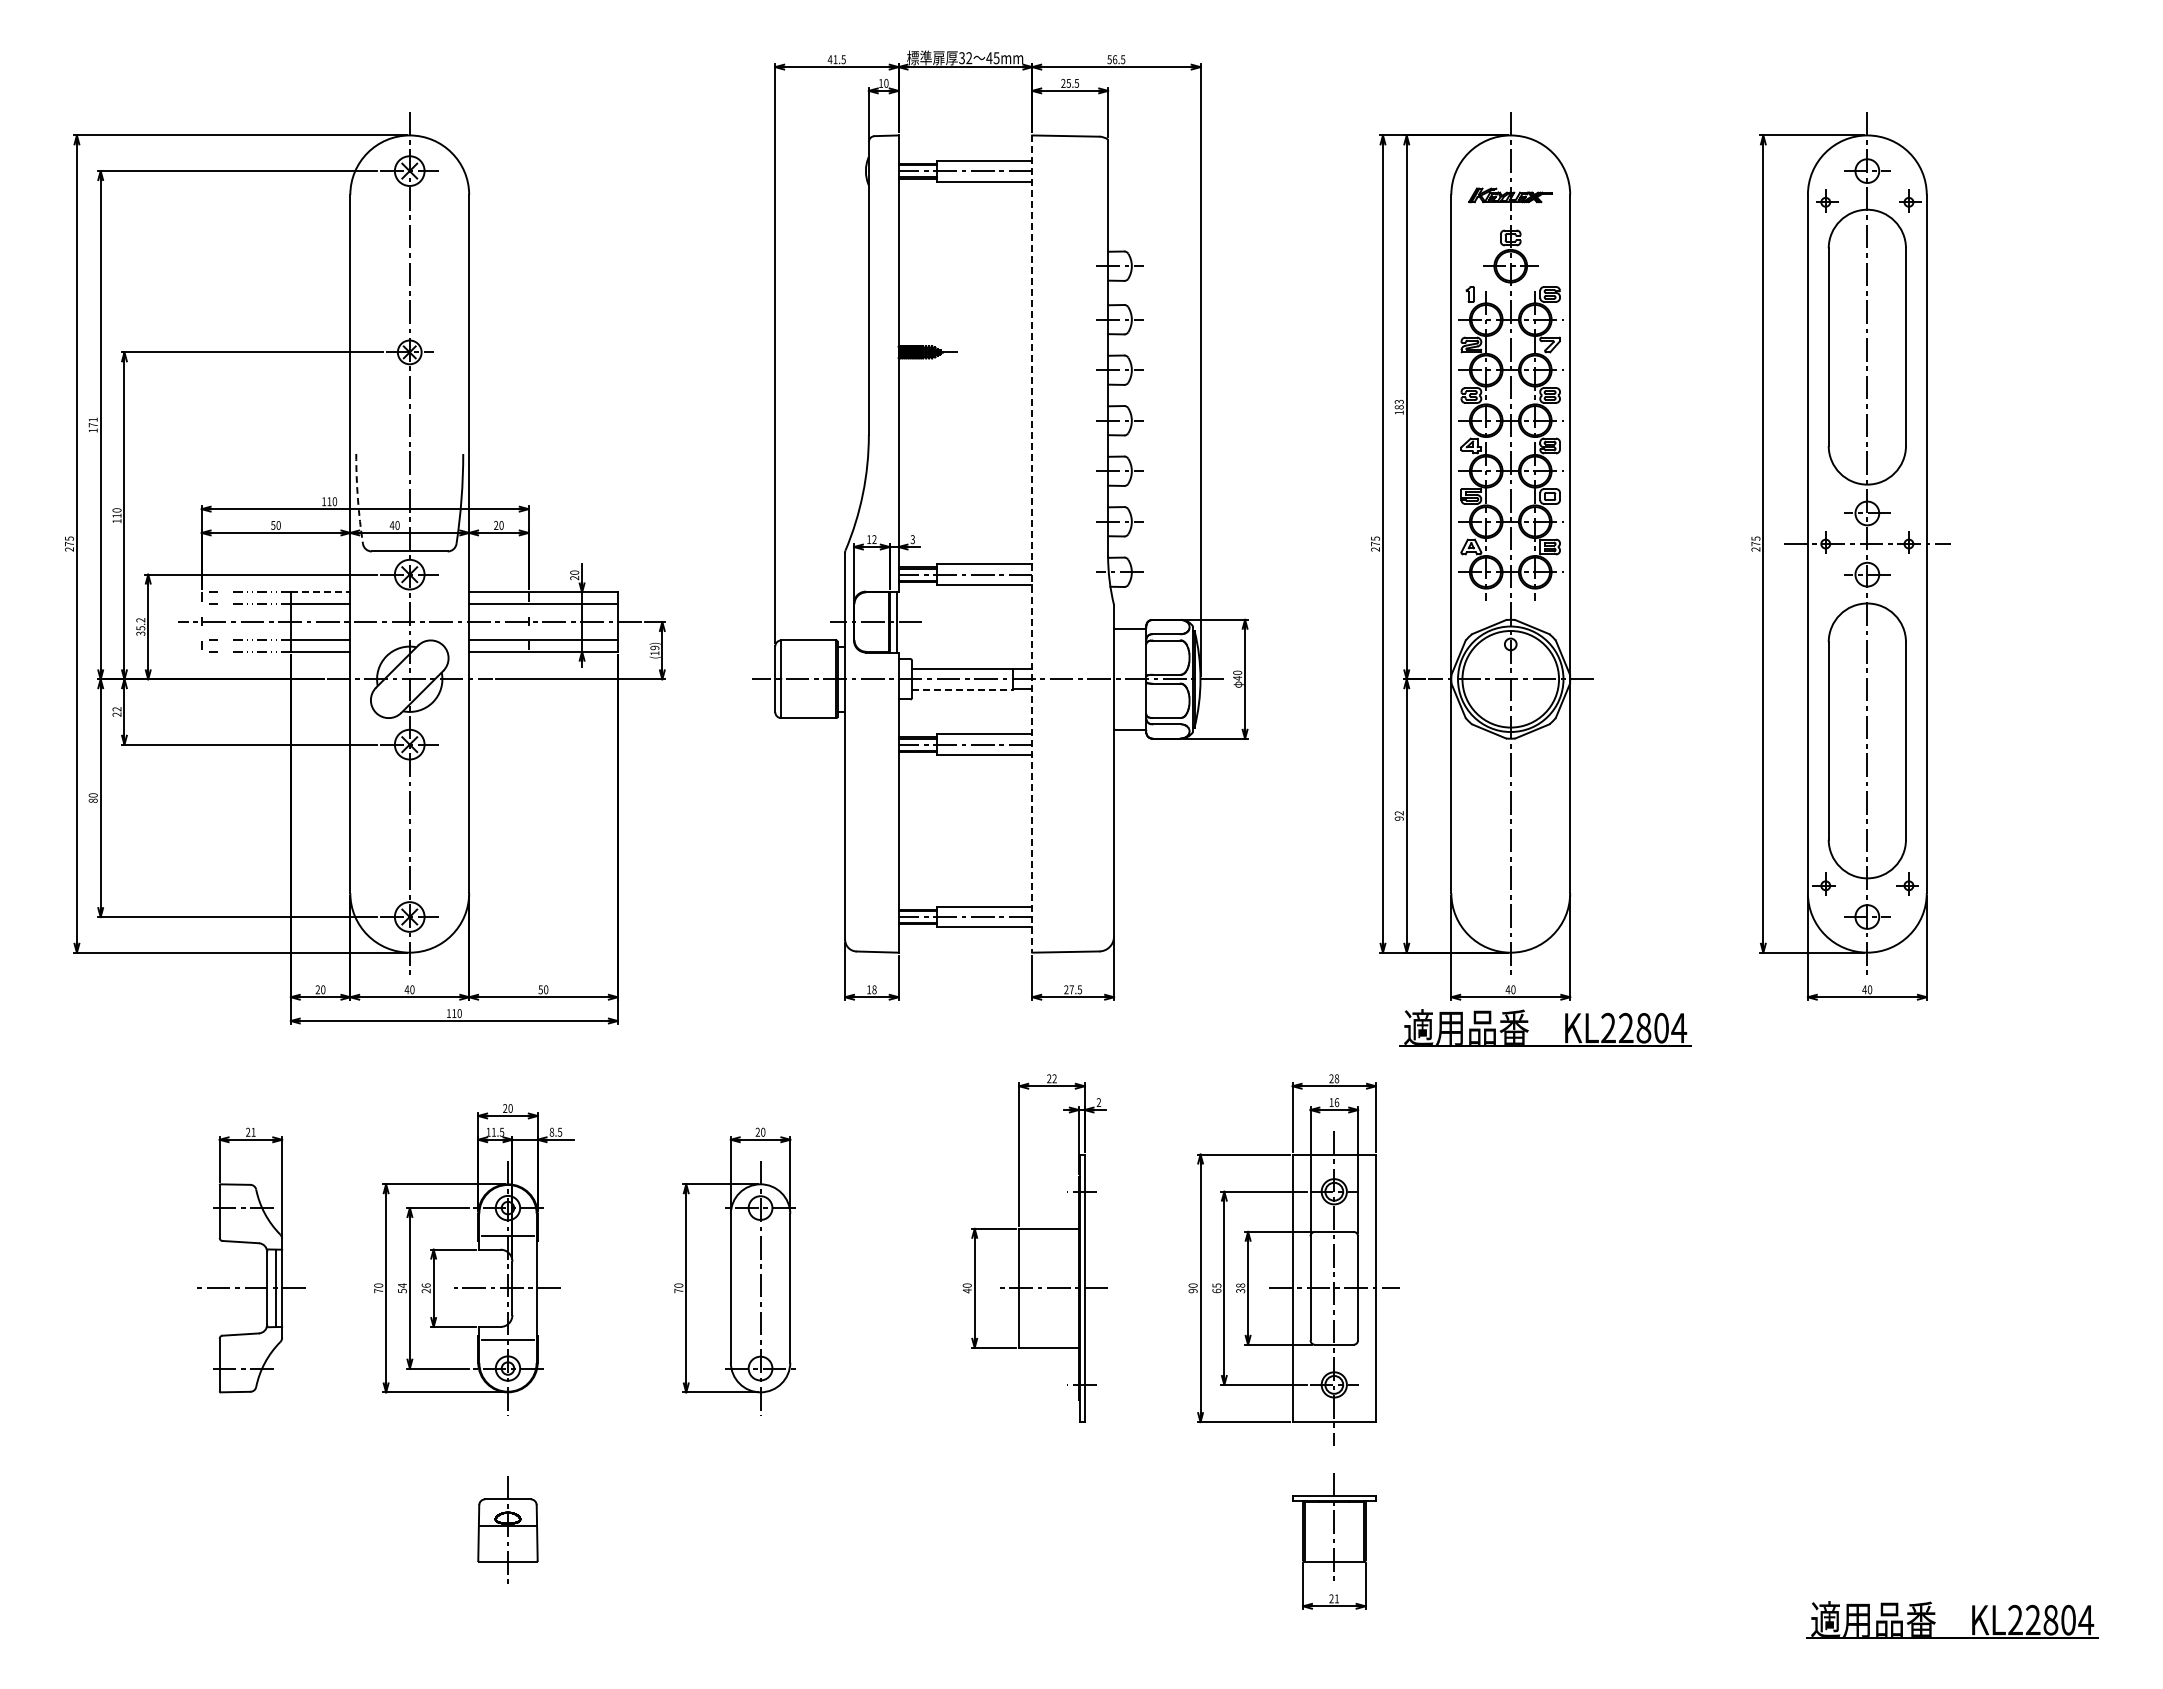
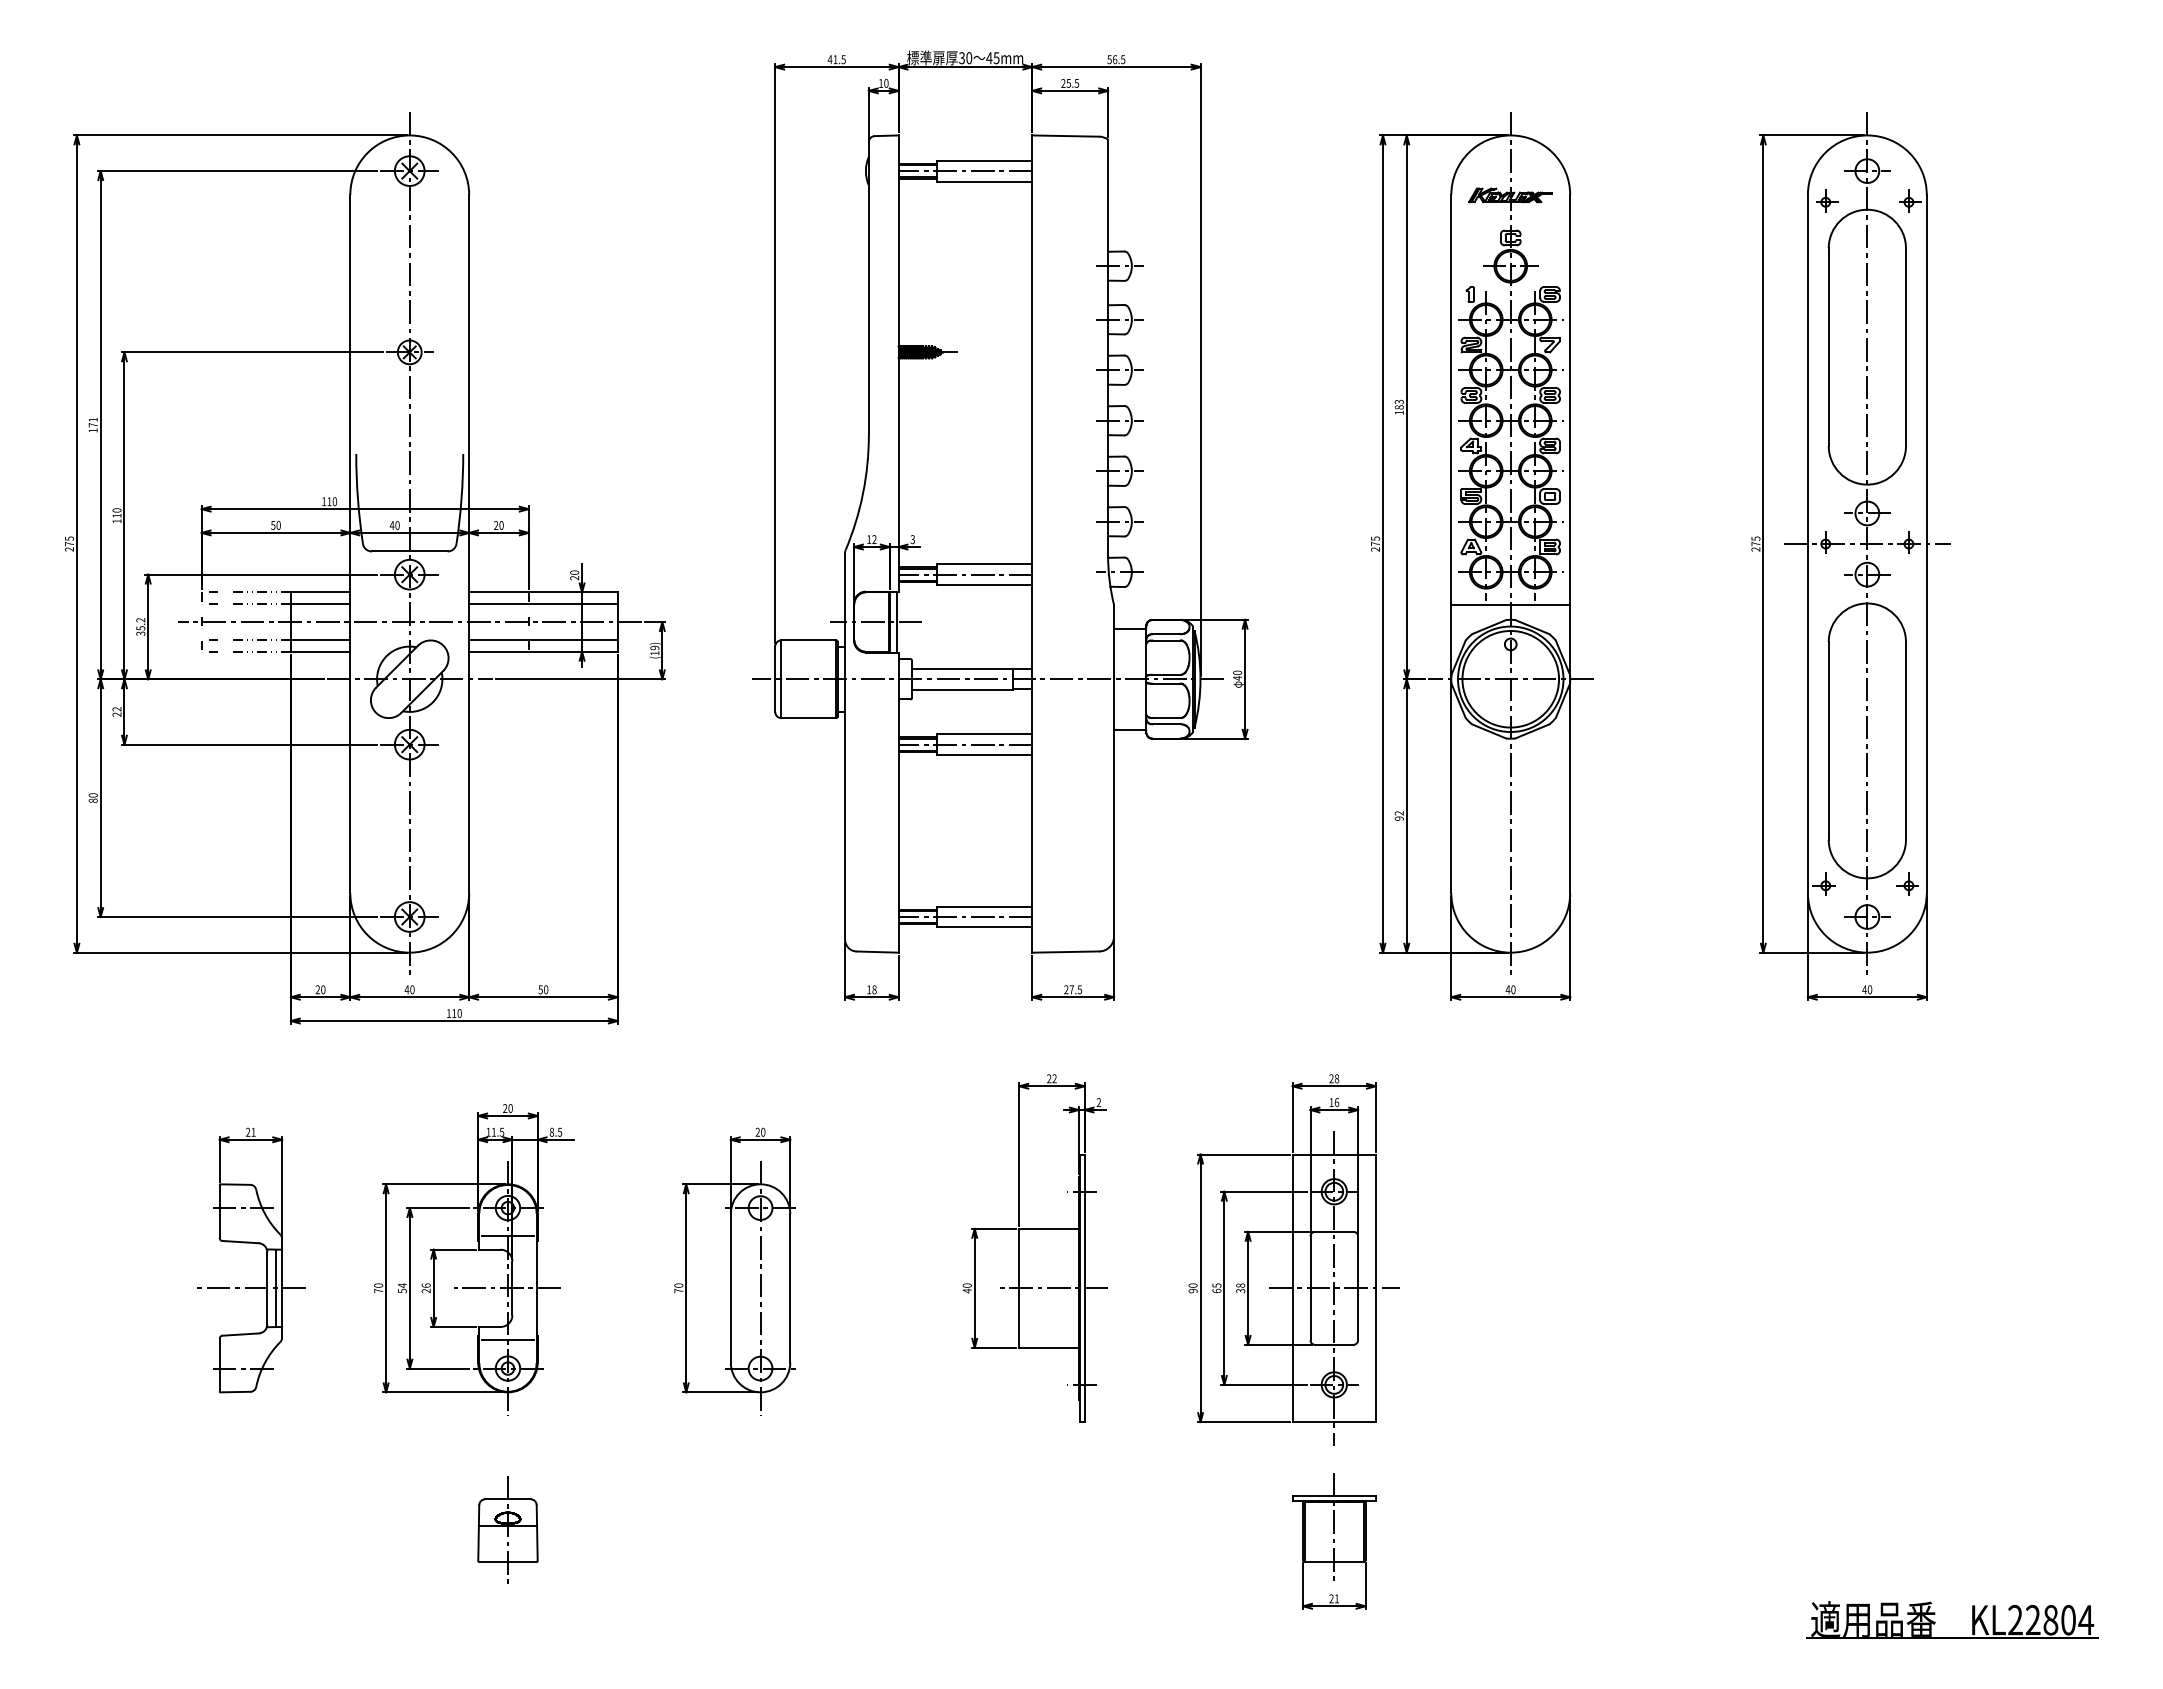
text at (969, 58): 32 -> 30
arc at (357, 499): dashed -> solid
line at (1032, 544): dashed -> solid
line at (320, 592): dashed -> solid
line at (1510, 604): none -> present
line at (962, 689): dashed -> solid
part at (1528, 1030): present -> none
